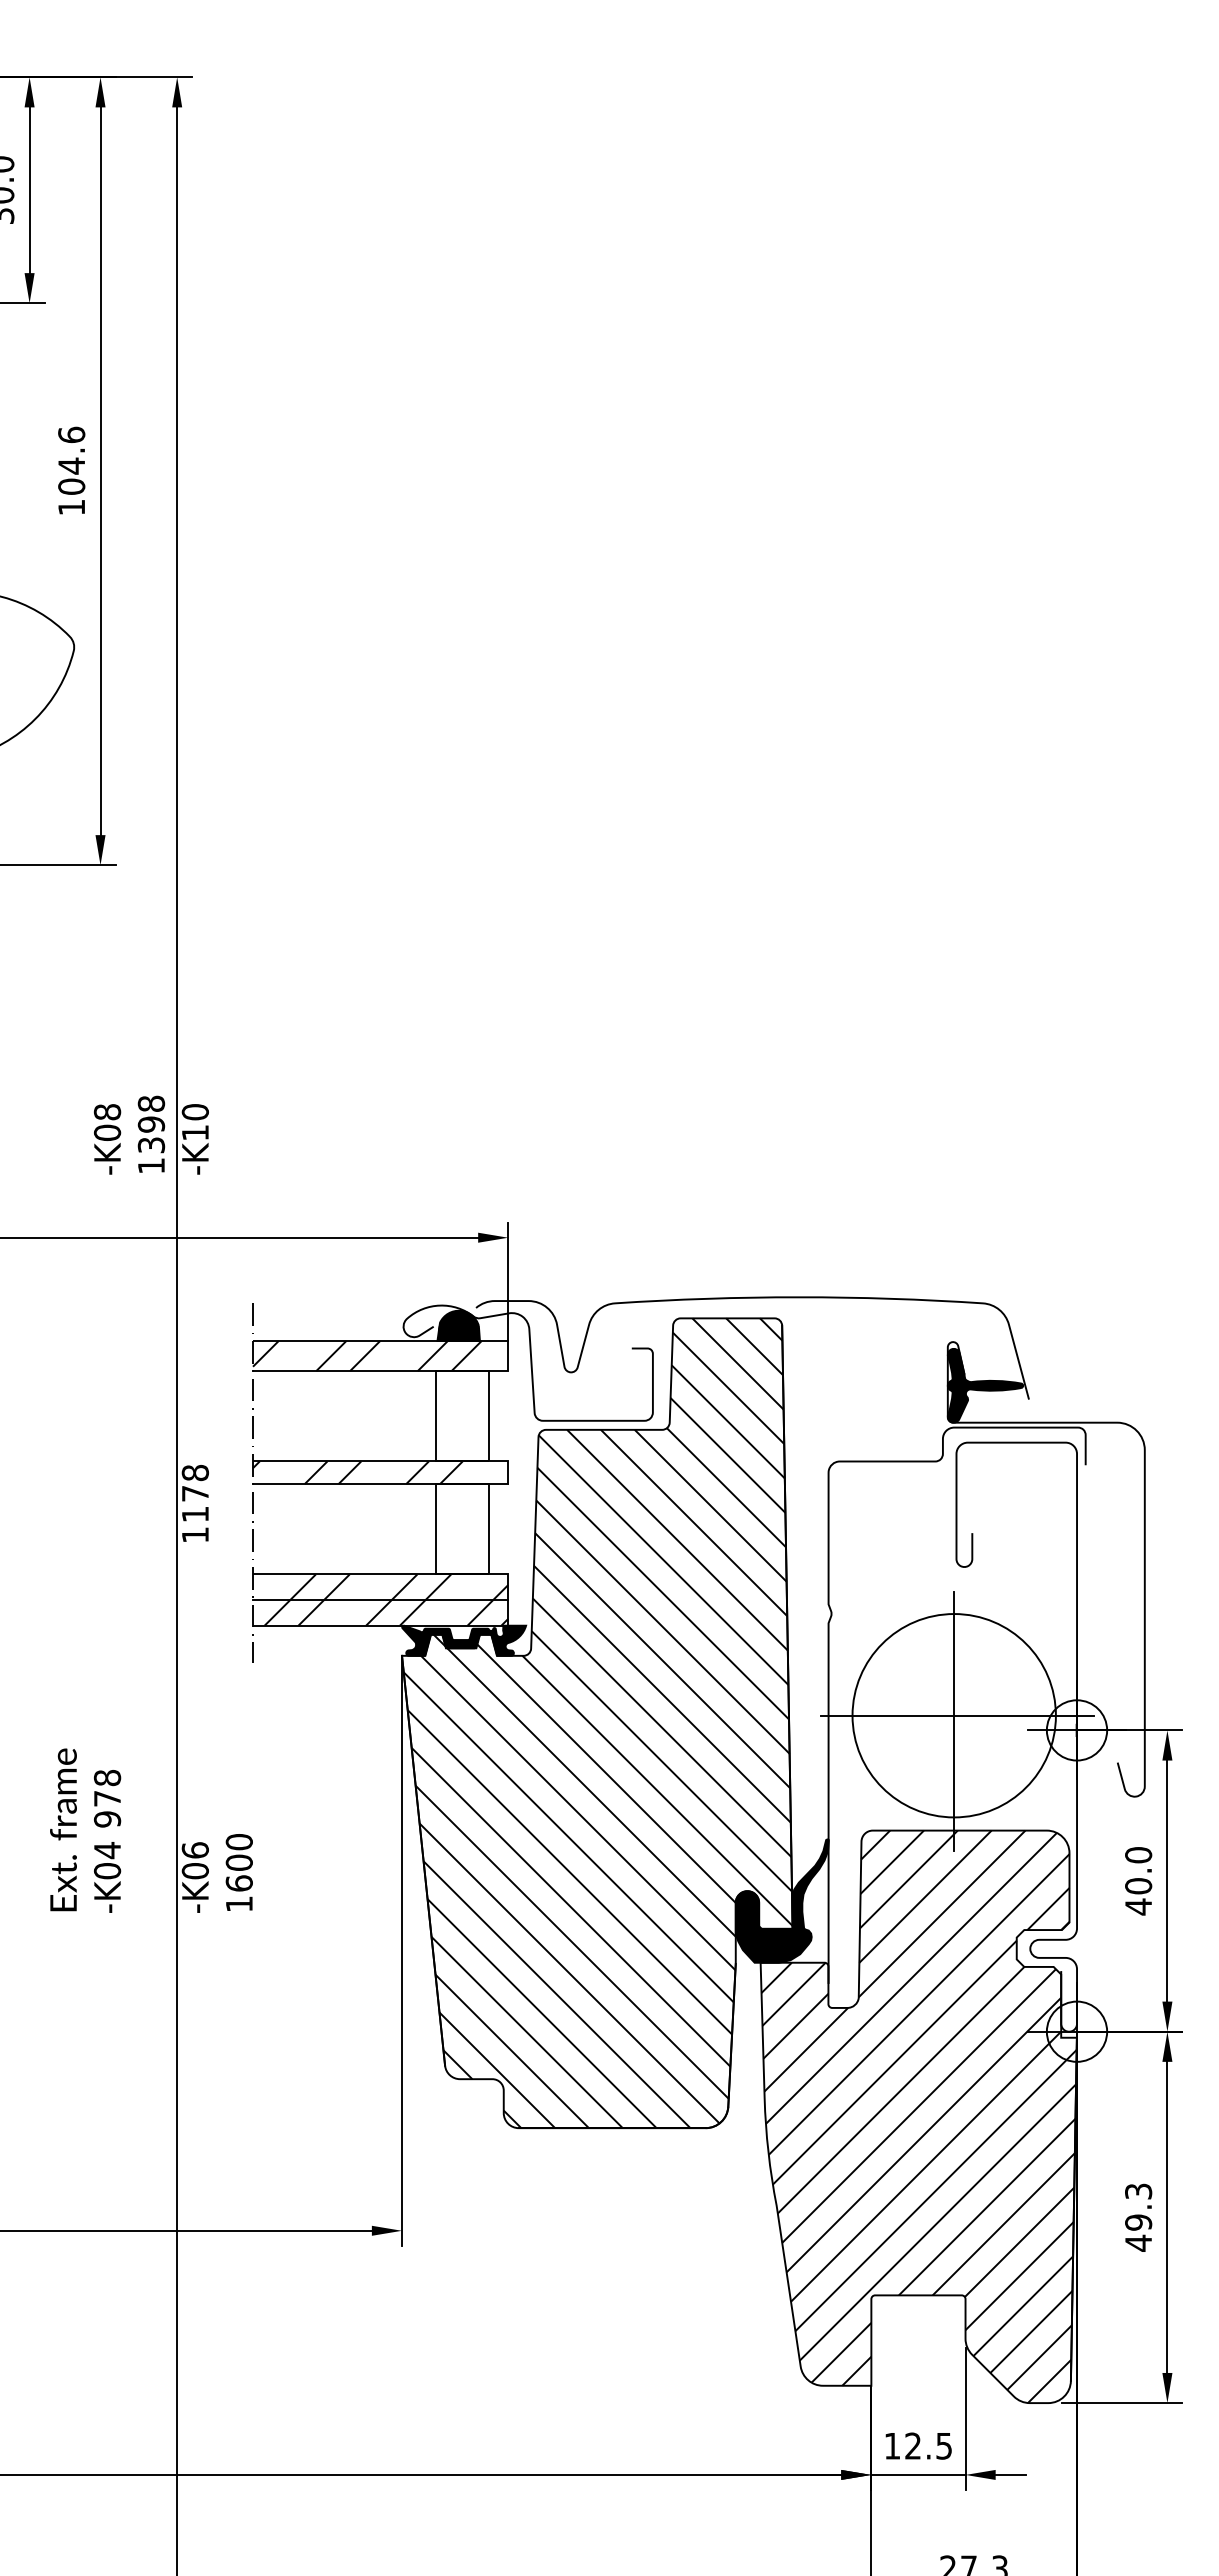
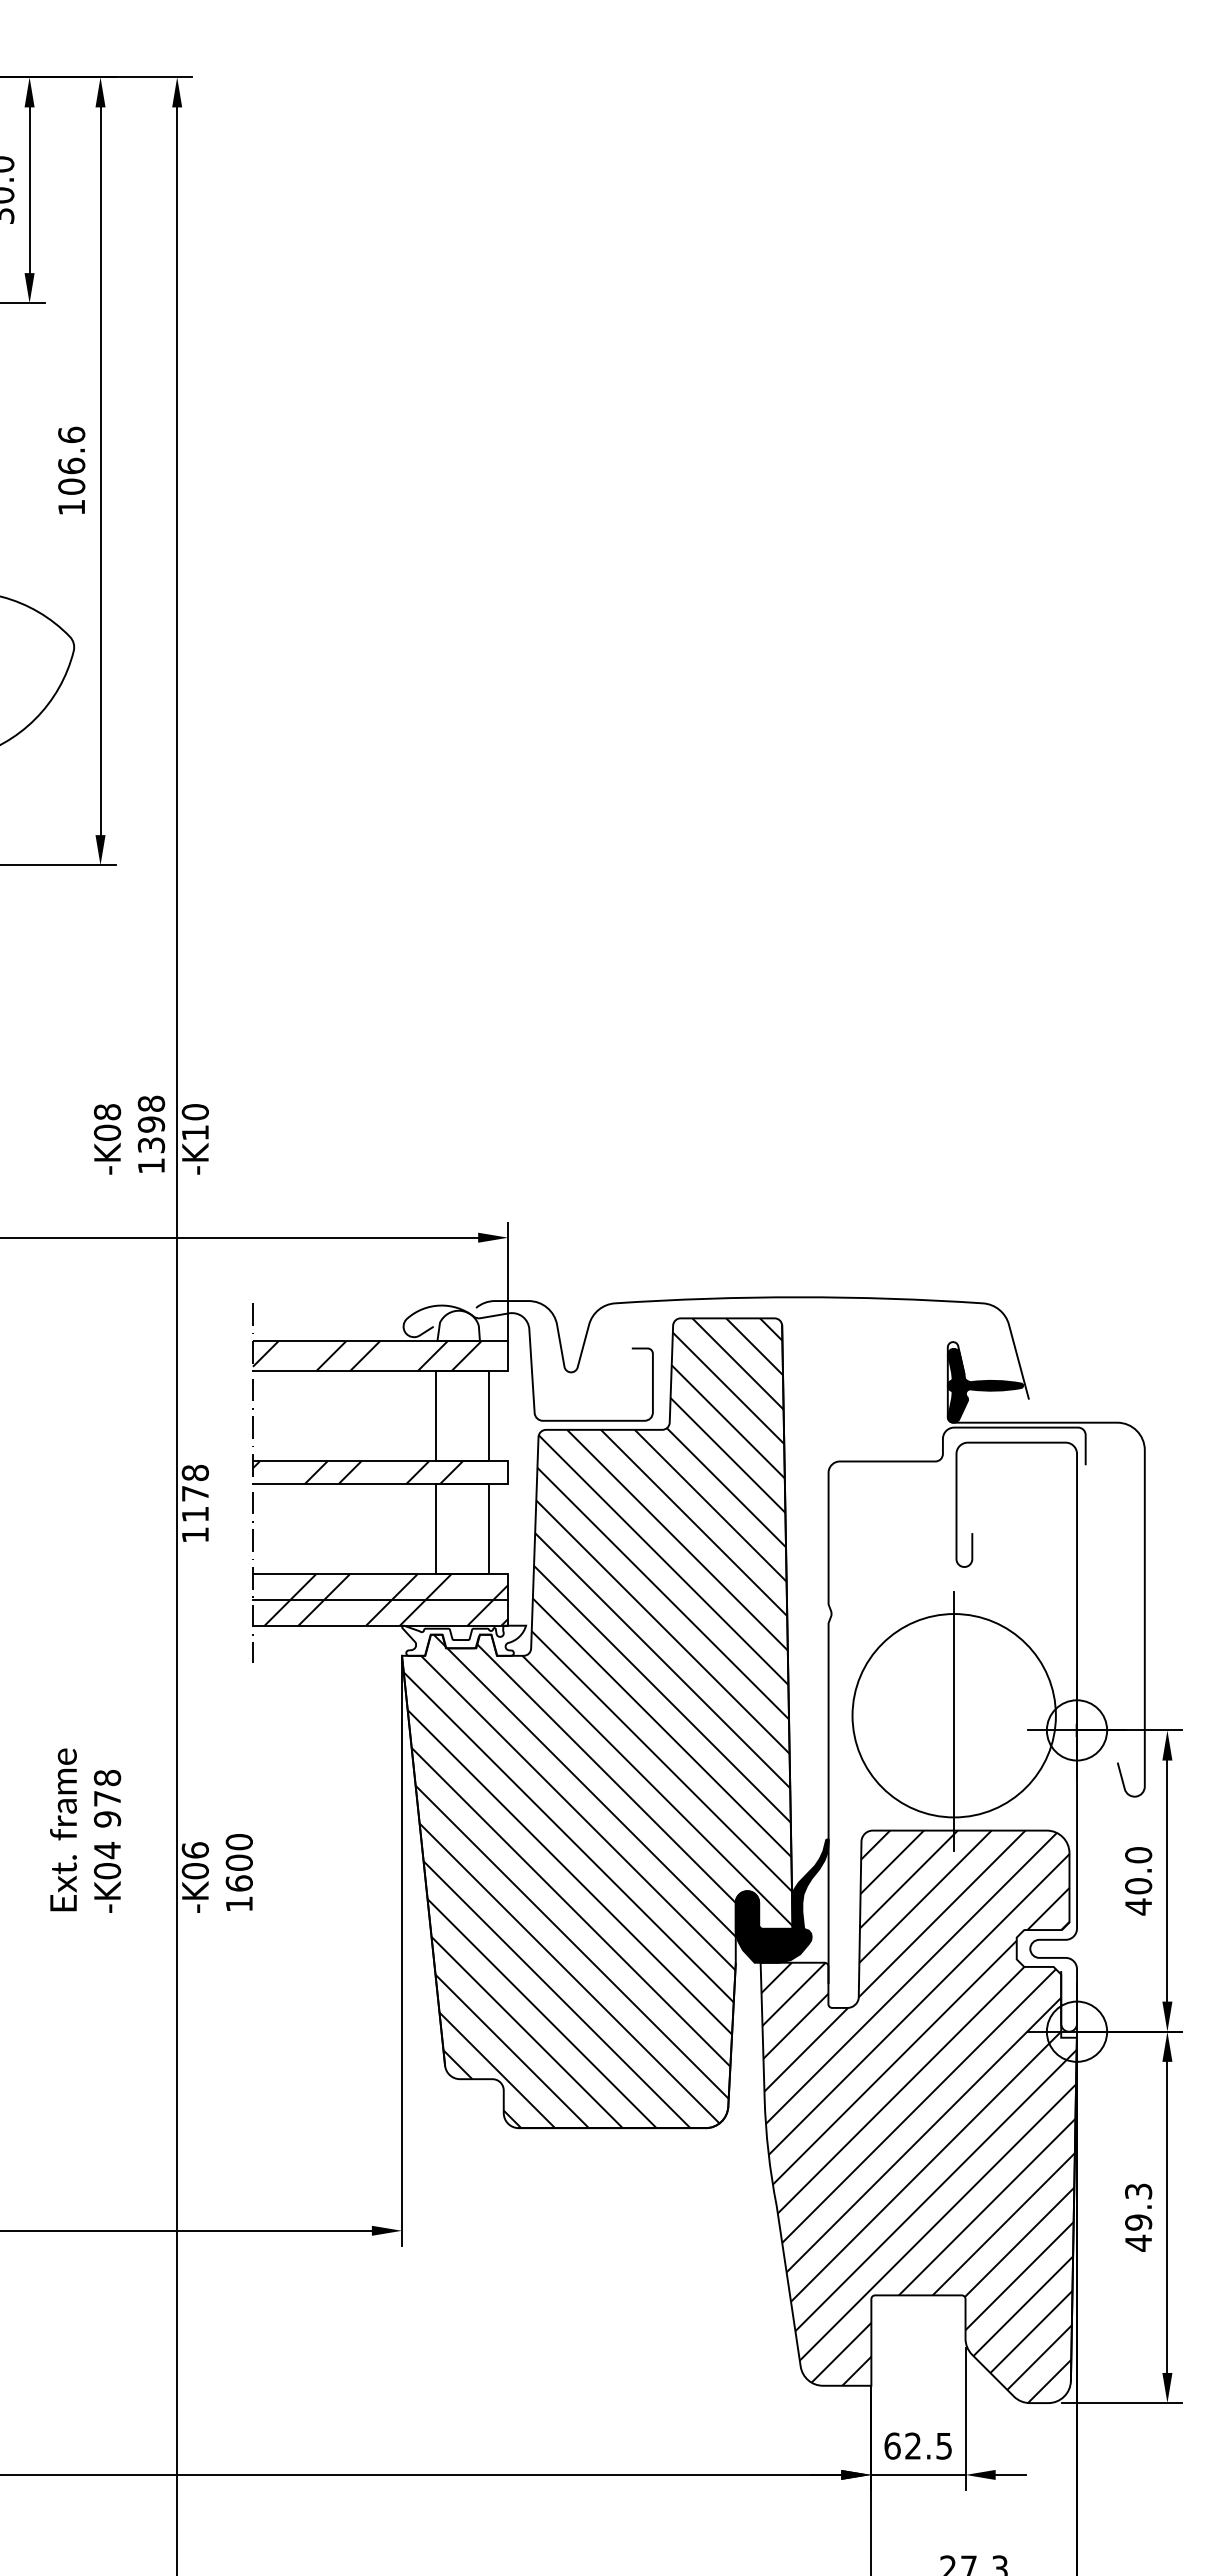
text at (71, 465): 104.6 -> 106.6
fill at (458, 1325): present -> none
fill at (464, 1640): present -> none
line at (956, 1715): present -> none
text at (892, 2445): 12.5 -> 62.5
